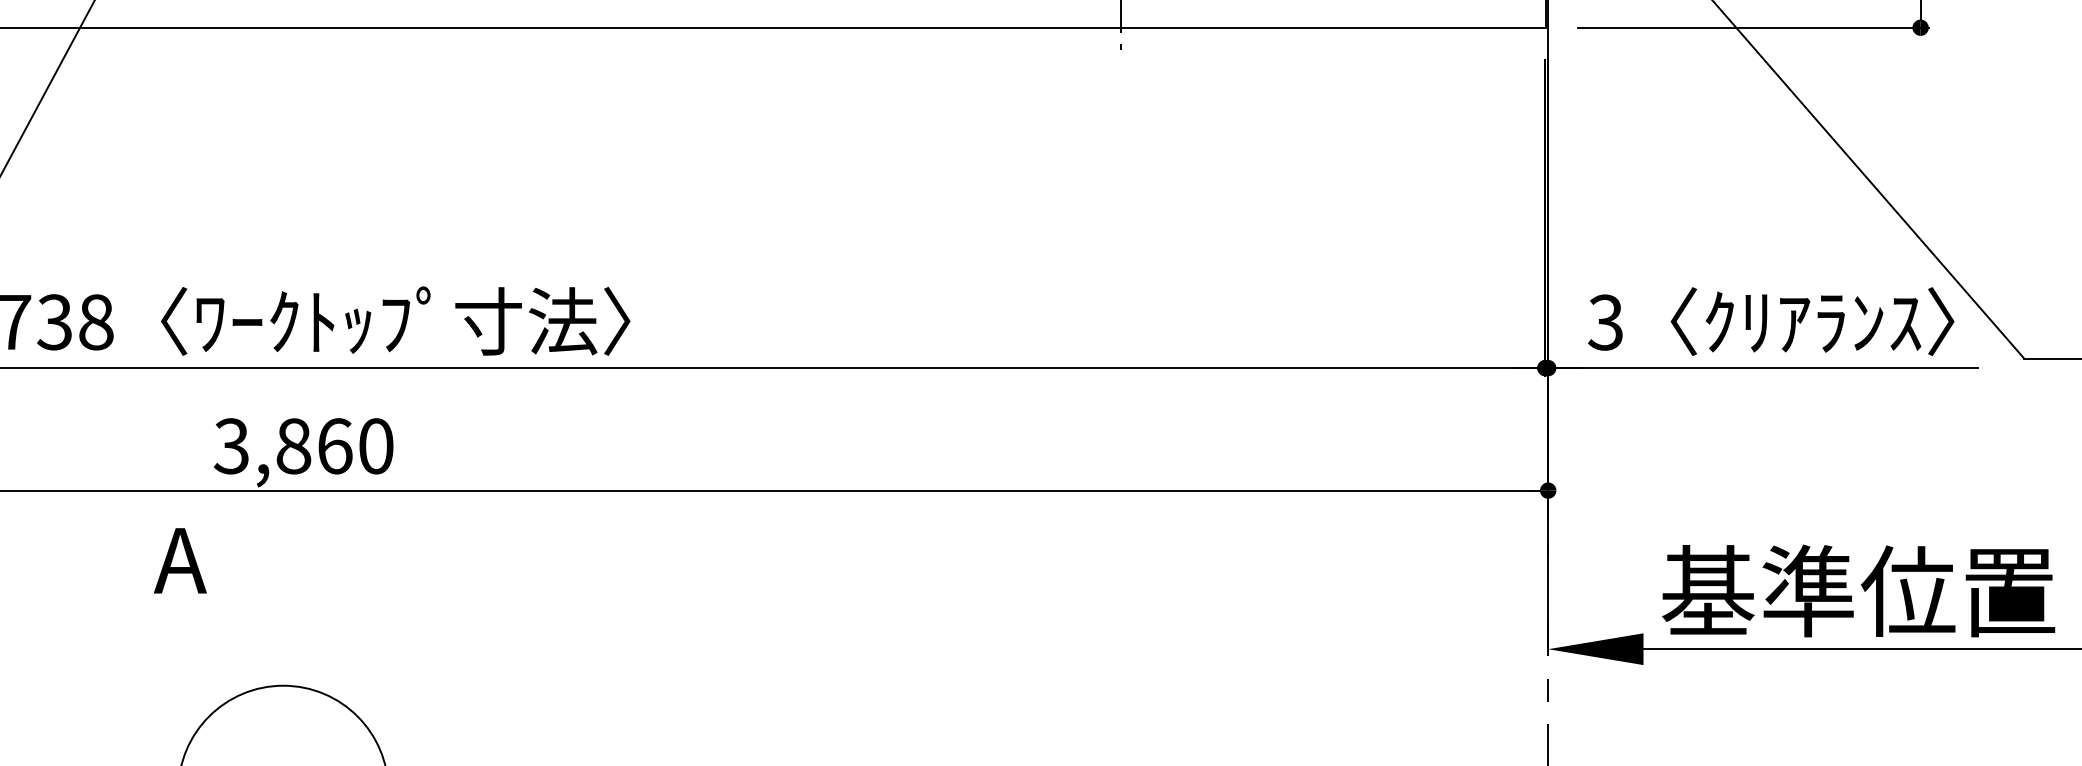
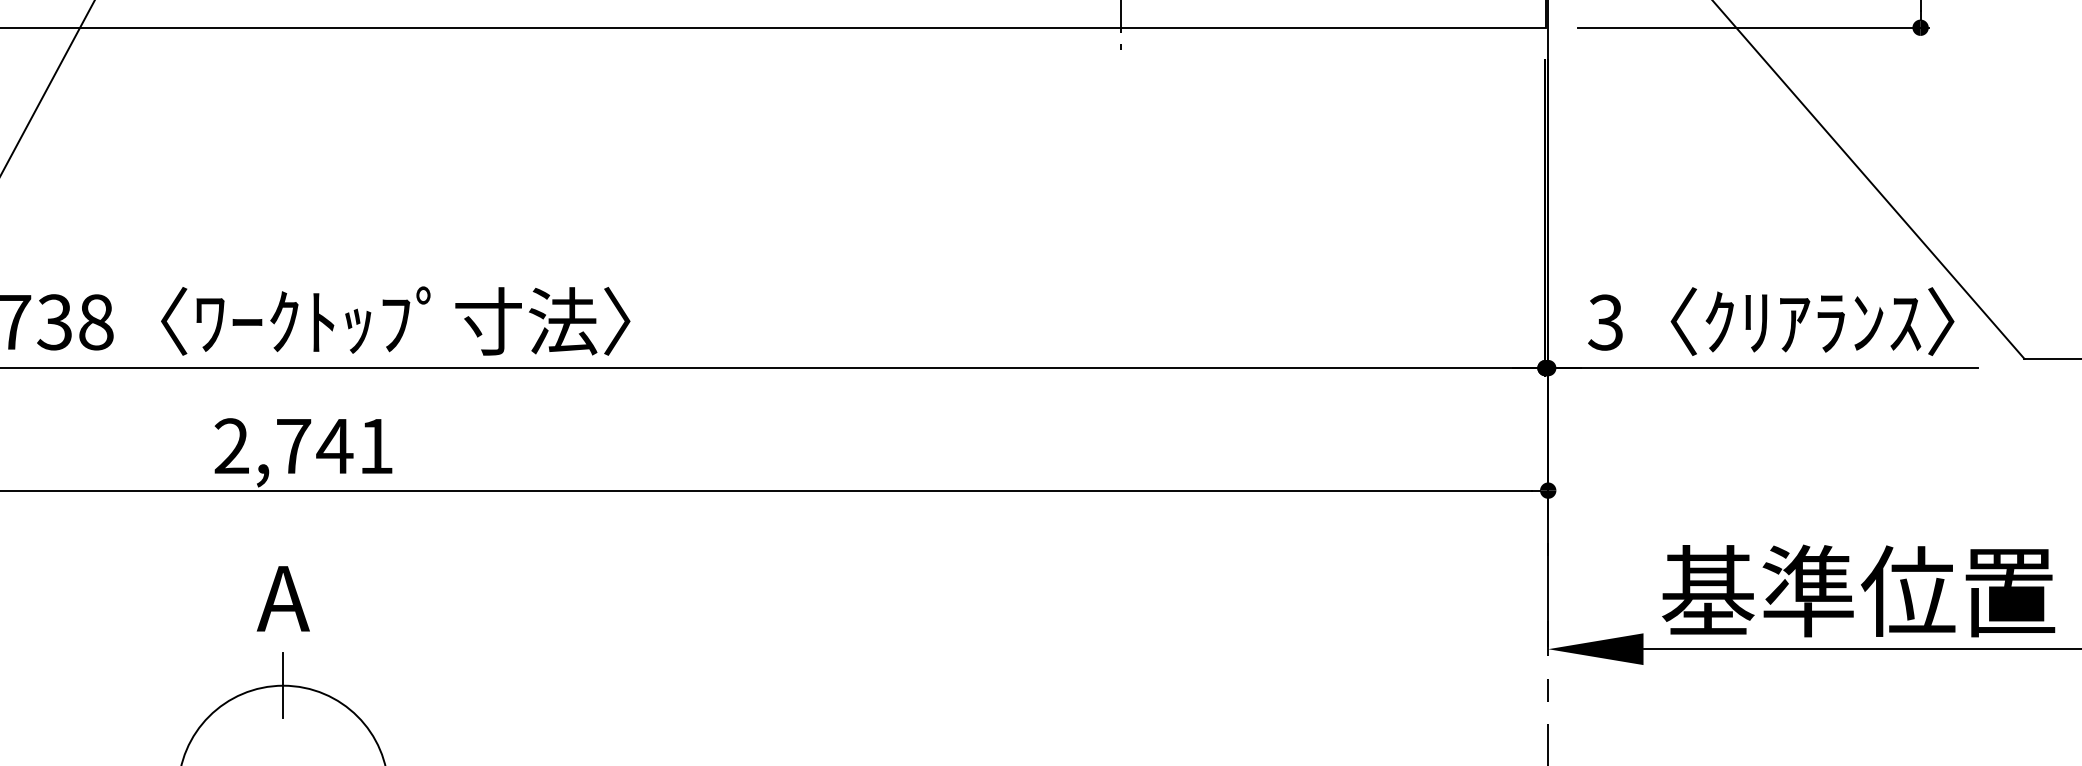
text at (303, 446): 3,860 -> 2,741
text at (179, 560) position: (179, 560) -> (282, 598)
line at (283, 685): none -> present
